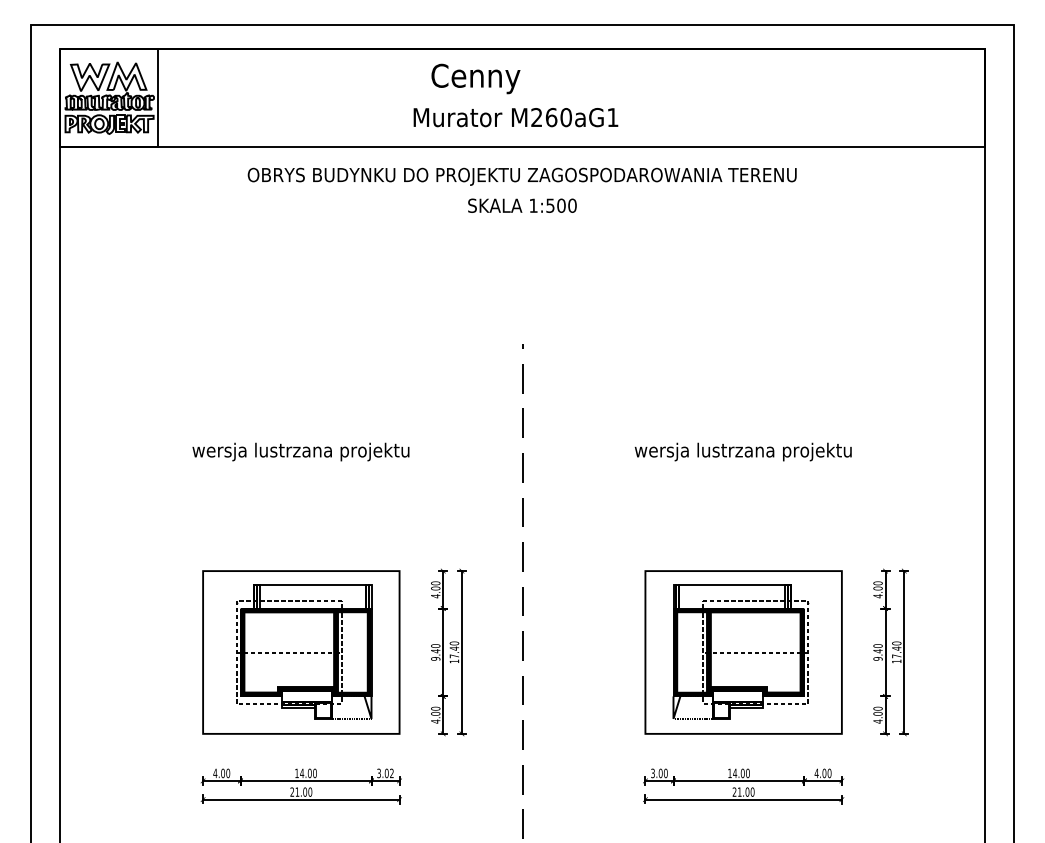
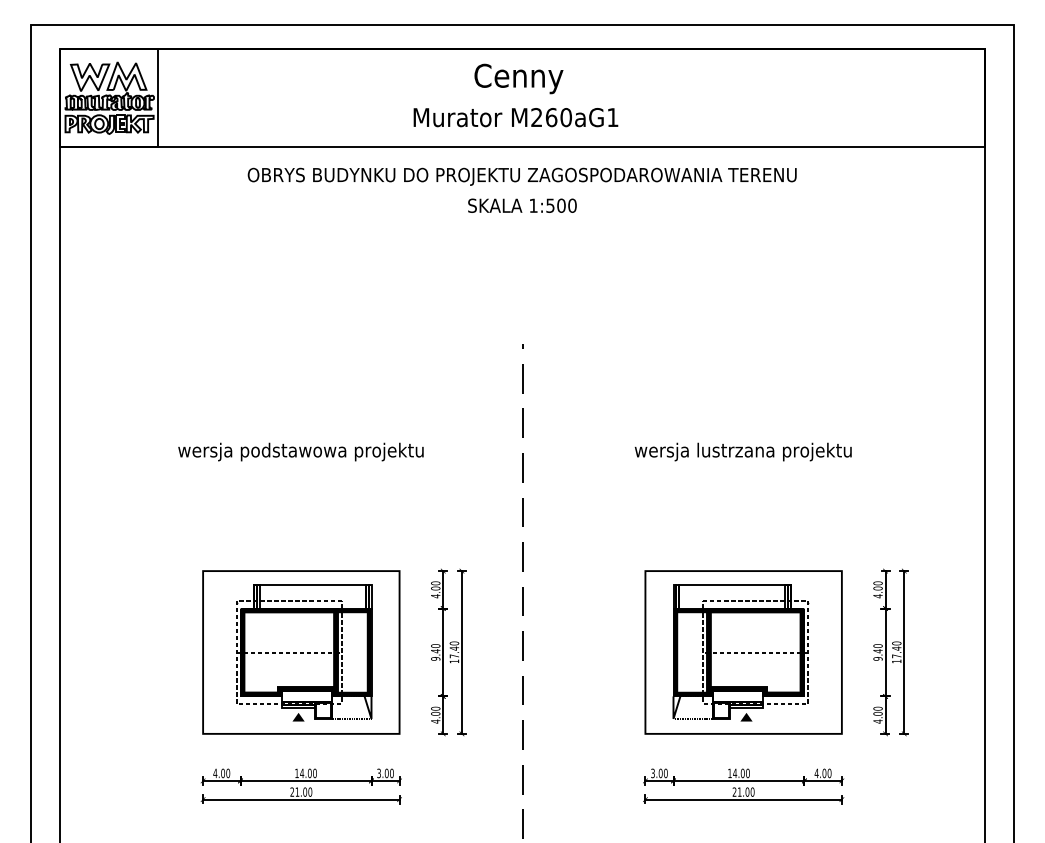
text at (475, 78) position: (475, 78) -> (518, 78)
text at (300, 451): wersja lustrzana projektu -> wersja podstawowa projektu
fill at (298, 716): none -> present
fill at (746, 716): none -> present
text at (391, 773): 3.02 -> 3.00
